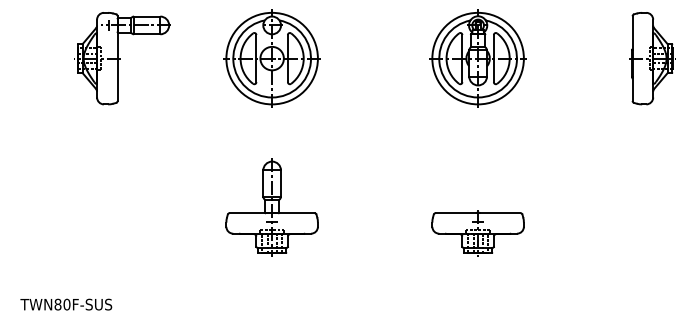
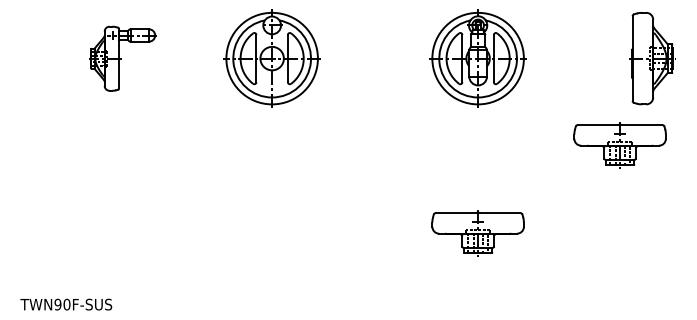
part at (122, 58) size: 97x94 px -> 68x67 px
part at (619, 145): none -> present
part at (271, 207): present -> none
text at (57, 304): TWN80F-SUS -> TWN90F-SUS
